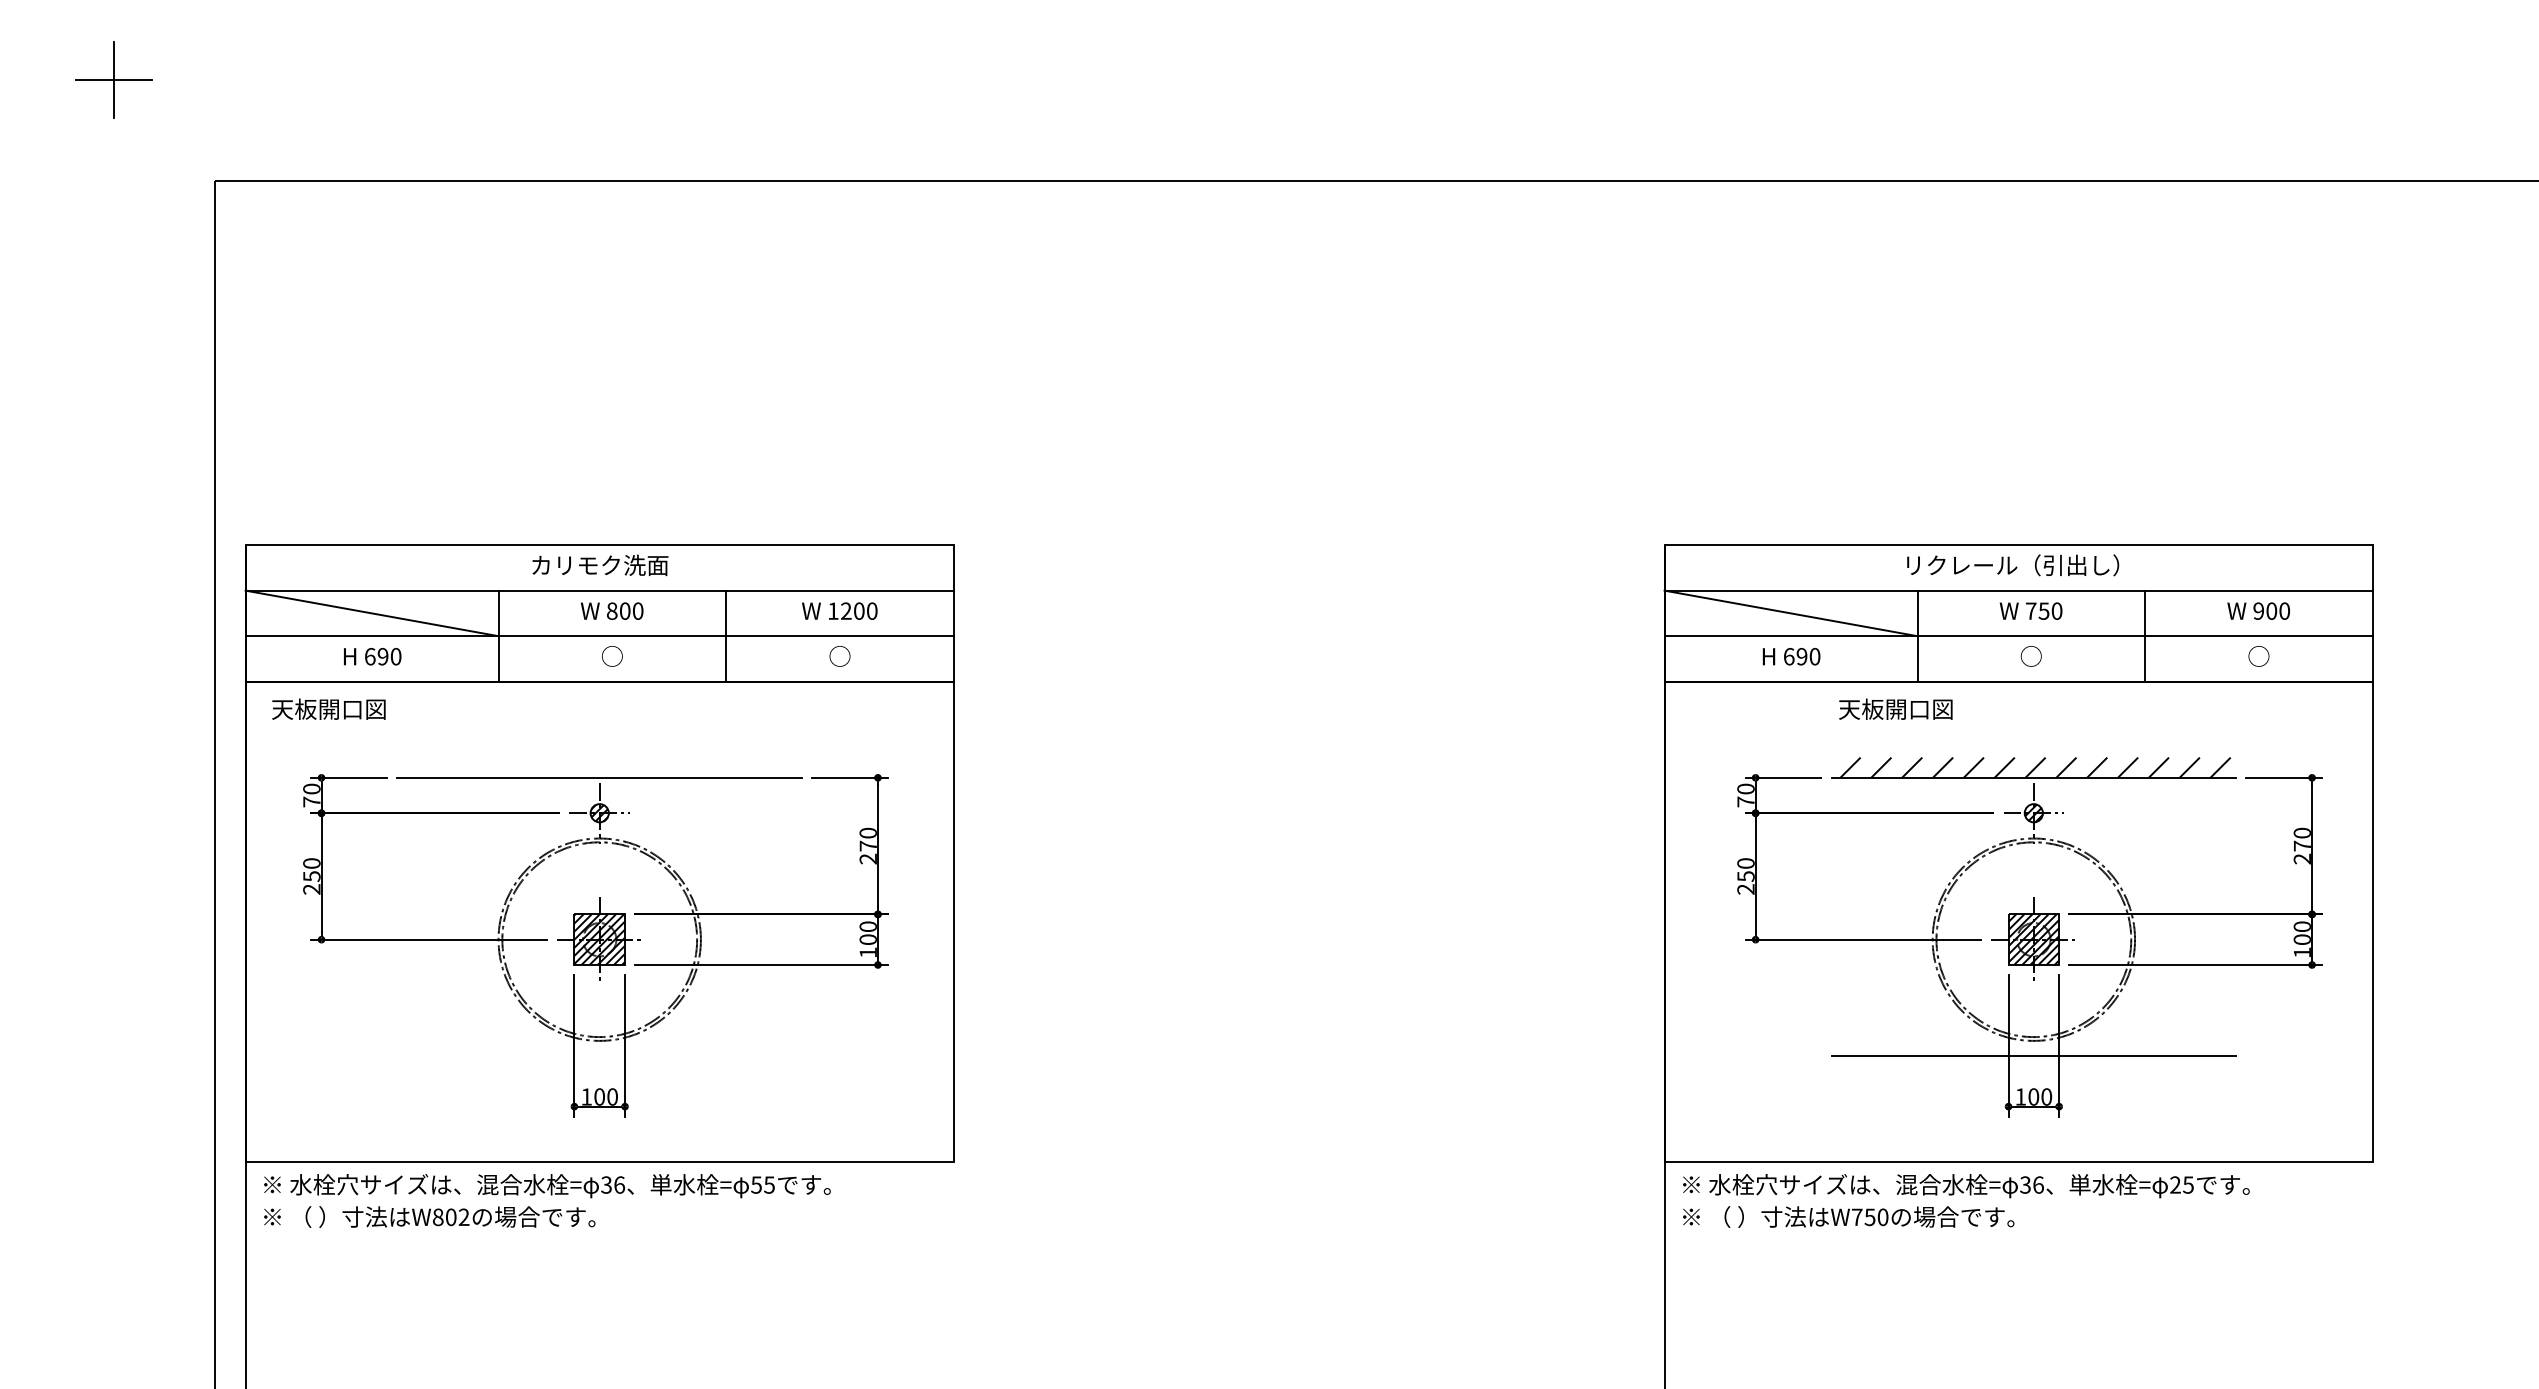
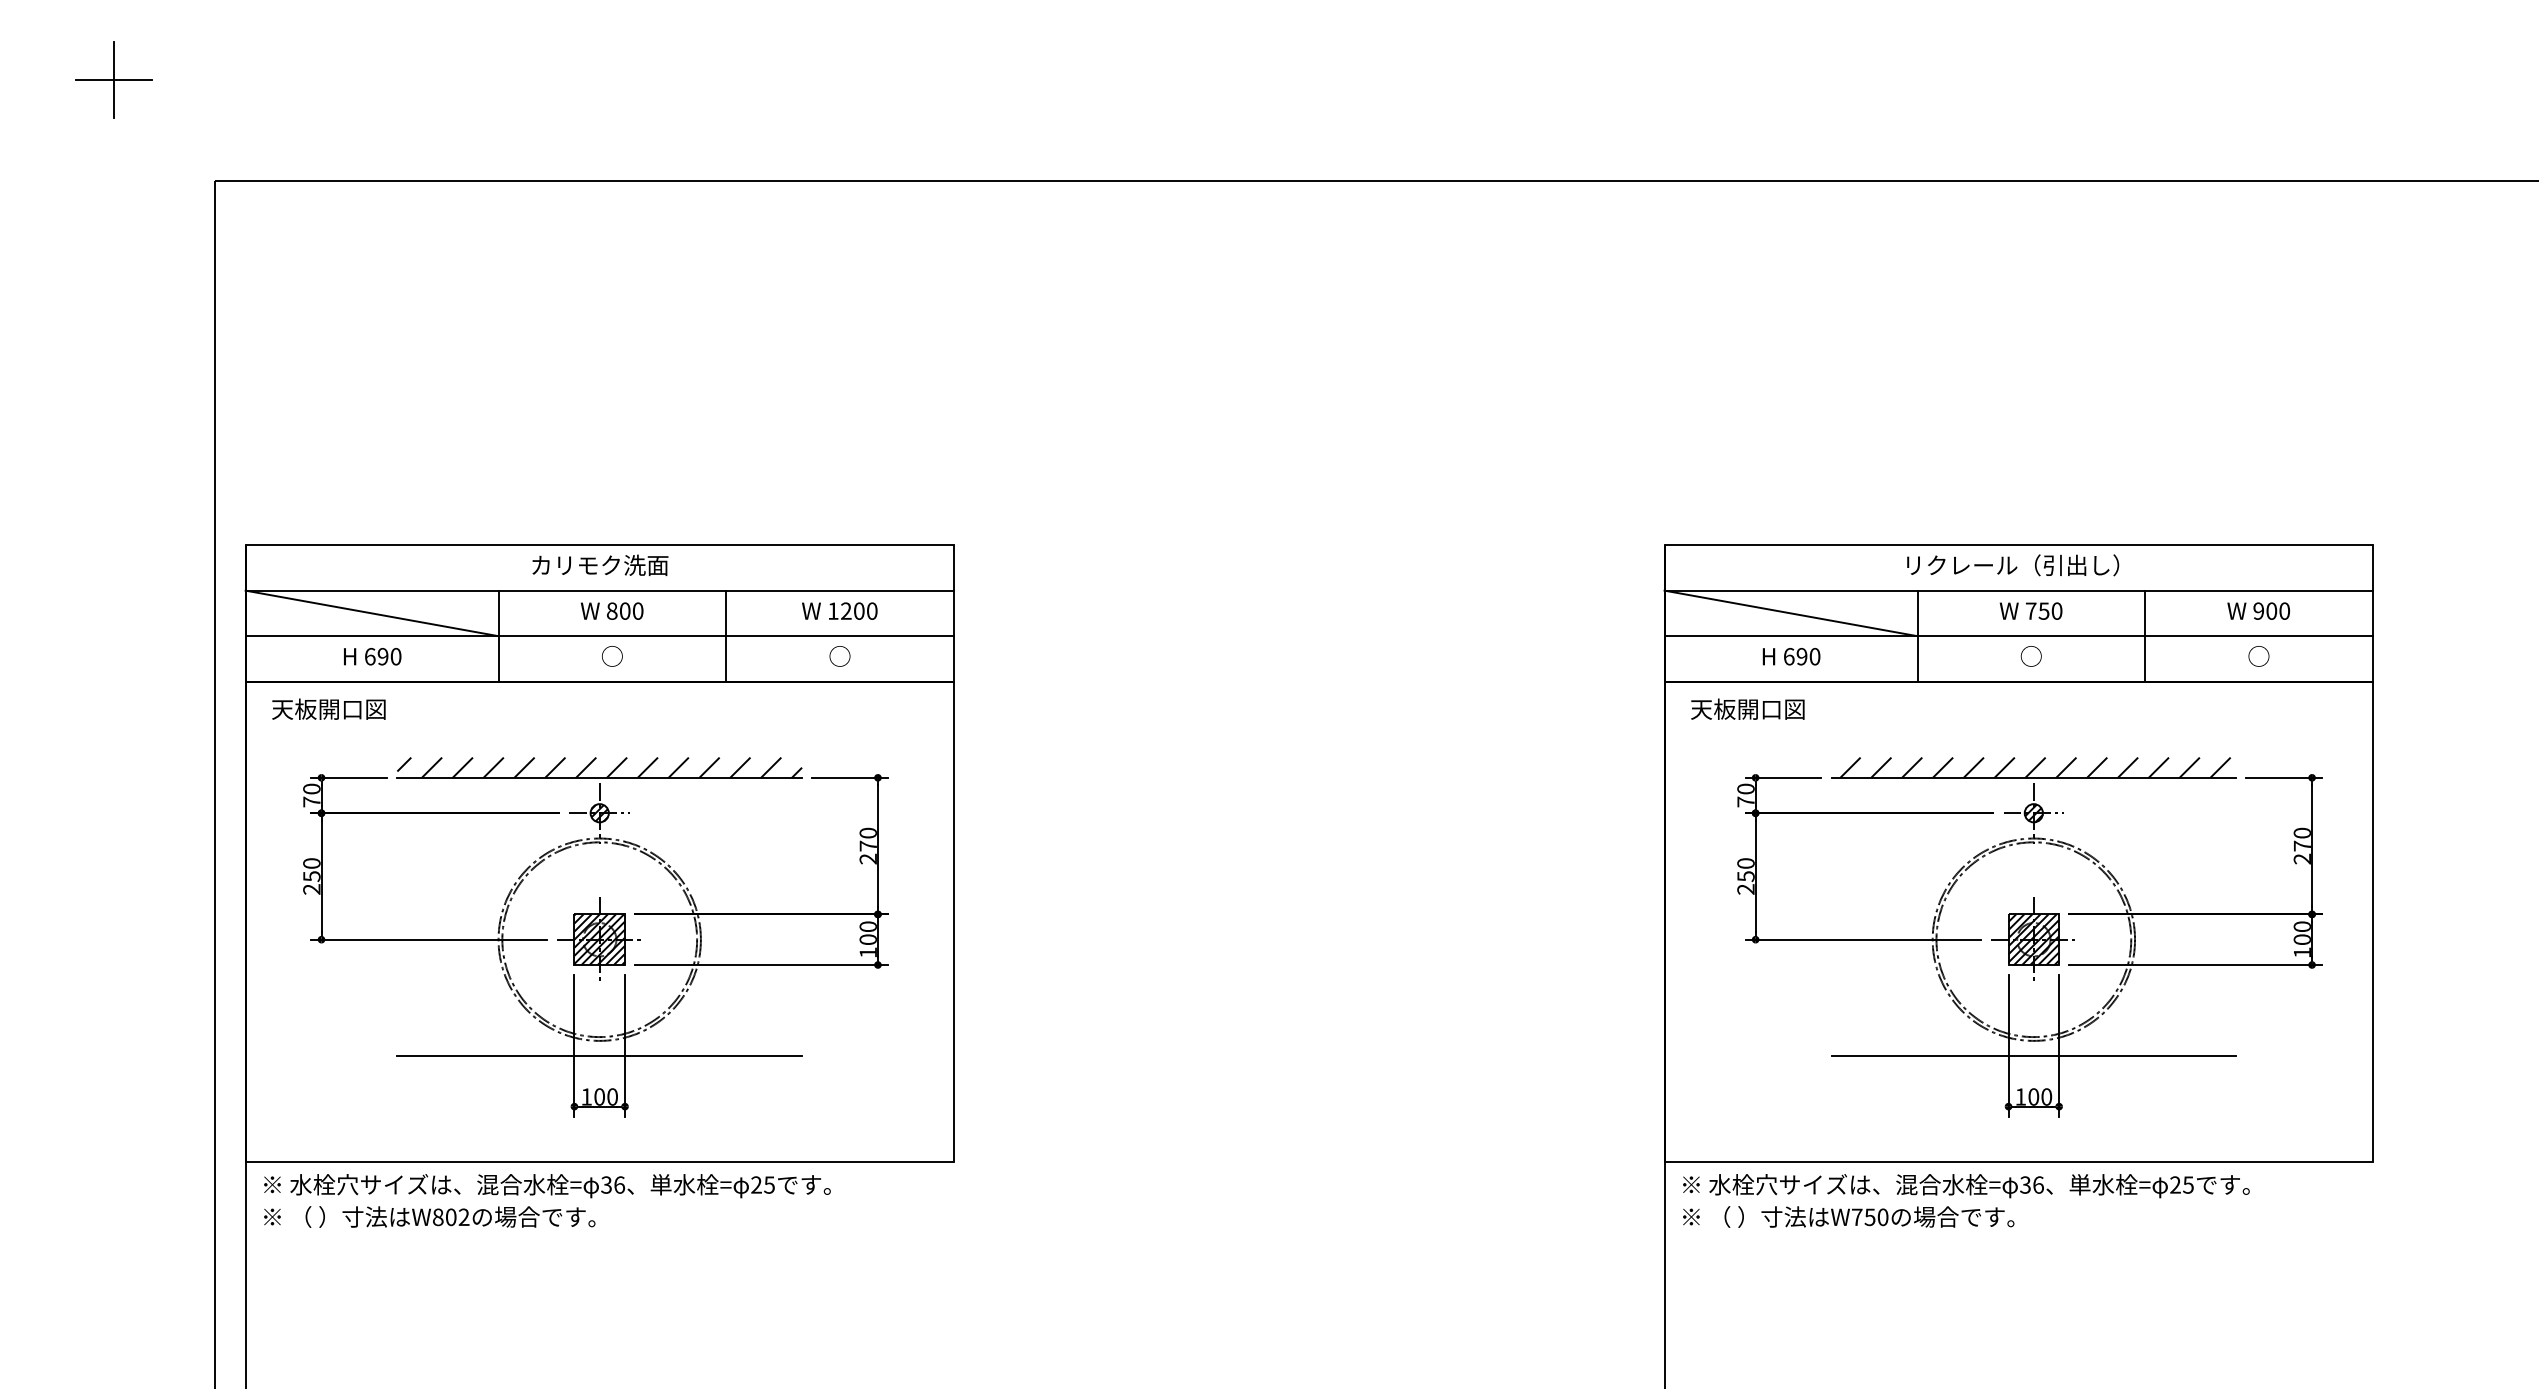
text at (1895, 708) position: (1895, 708) -> (1747, 708)
hatch at (599, 767): none -> present
line at (599, 1056): none -> present
text at (756, 1184): 55 -> 25
